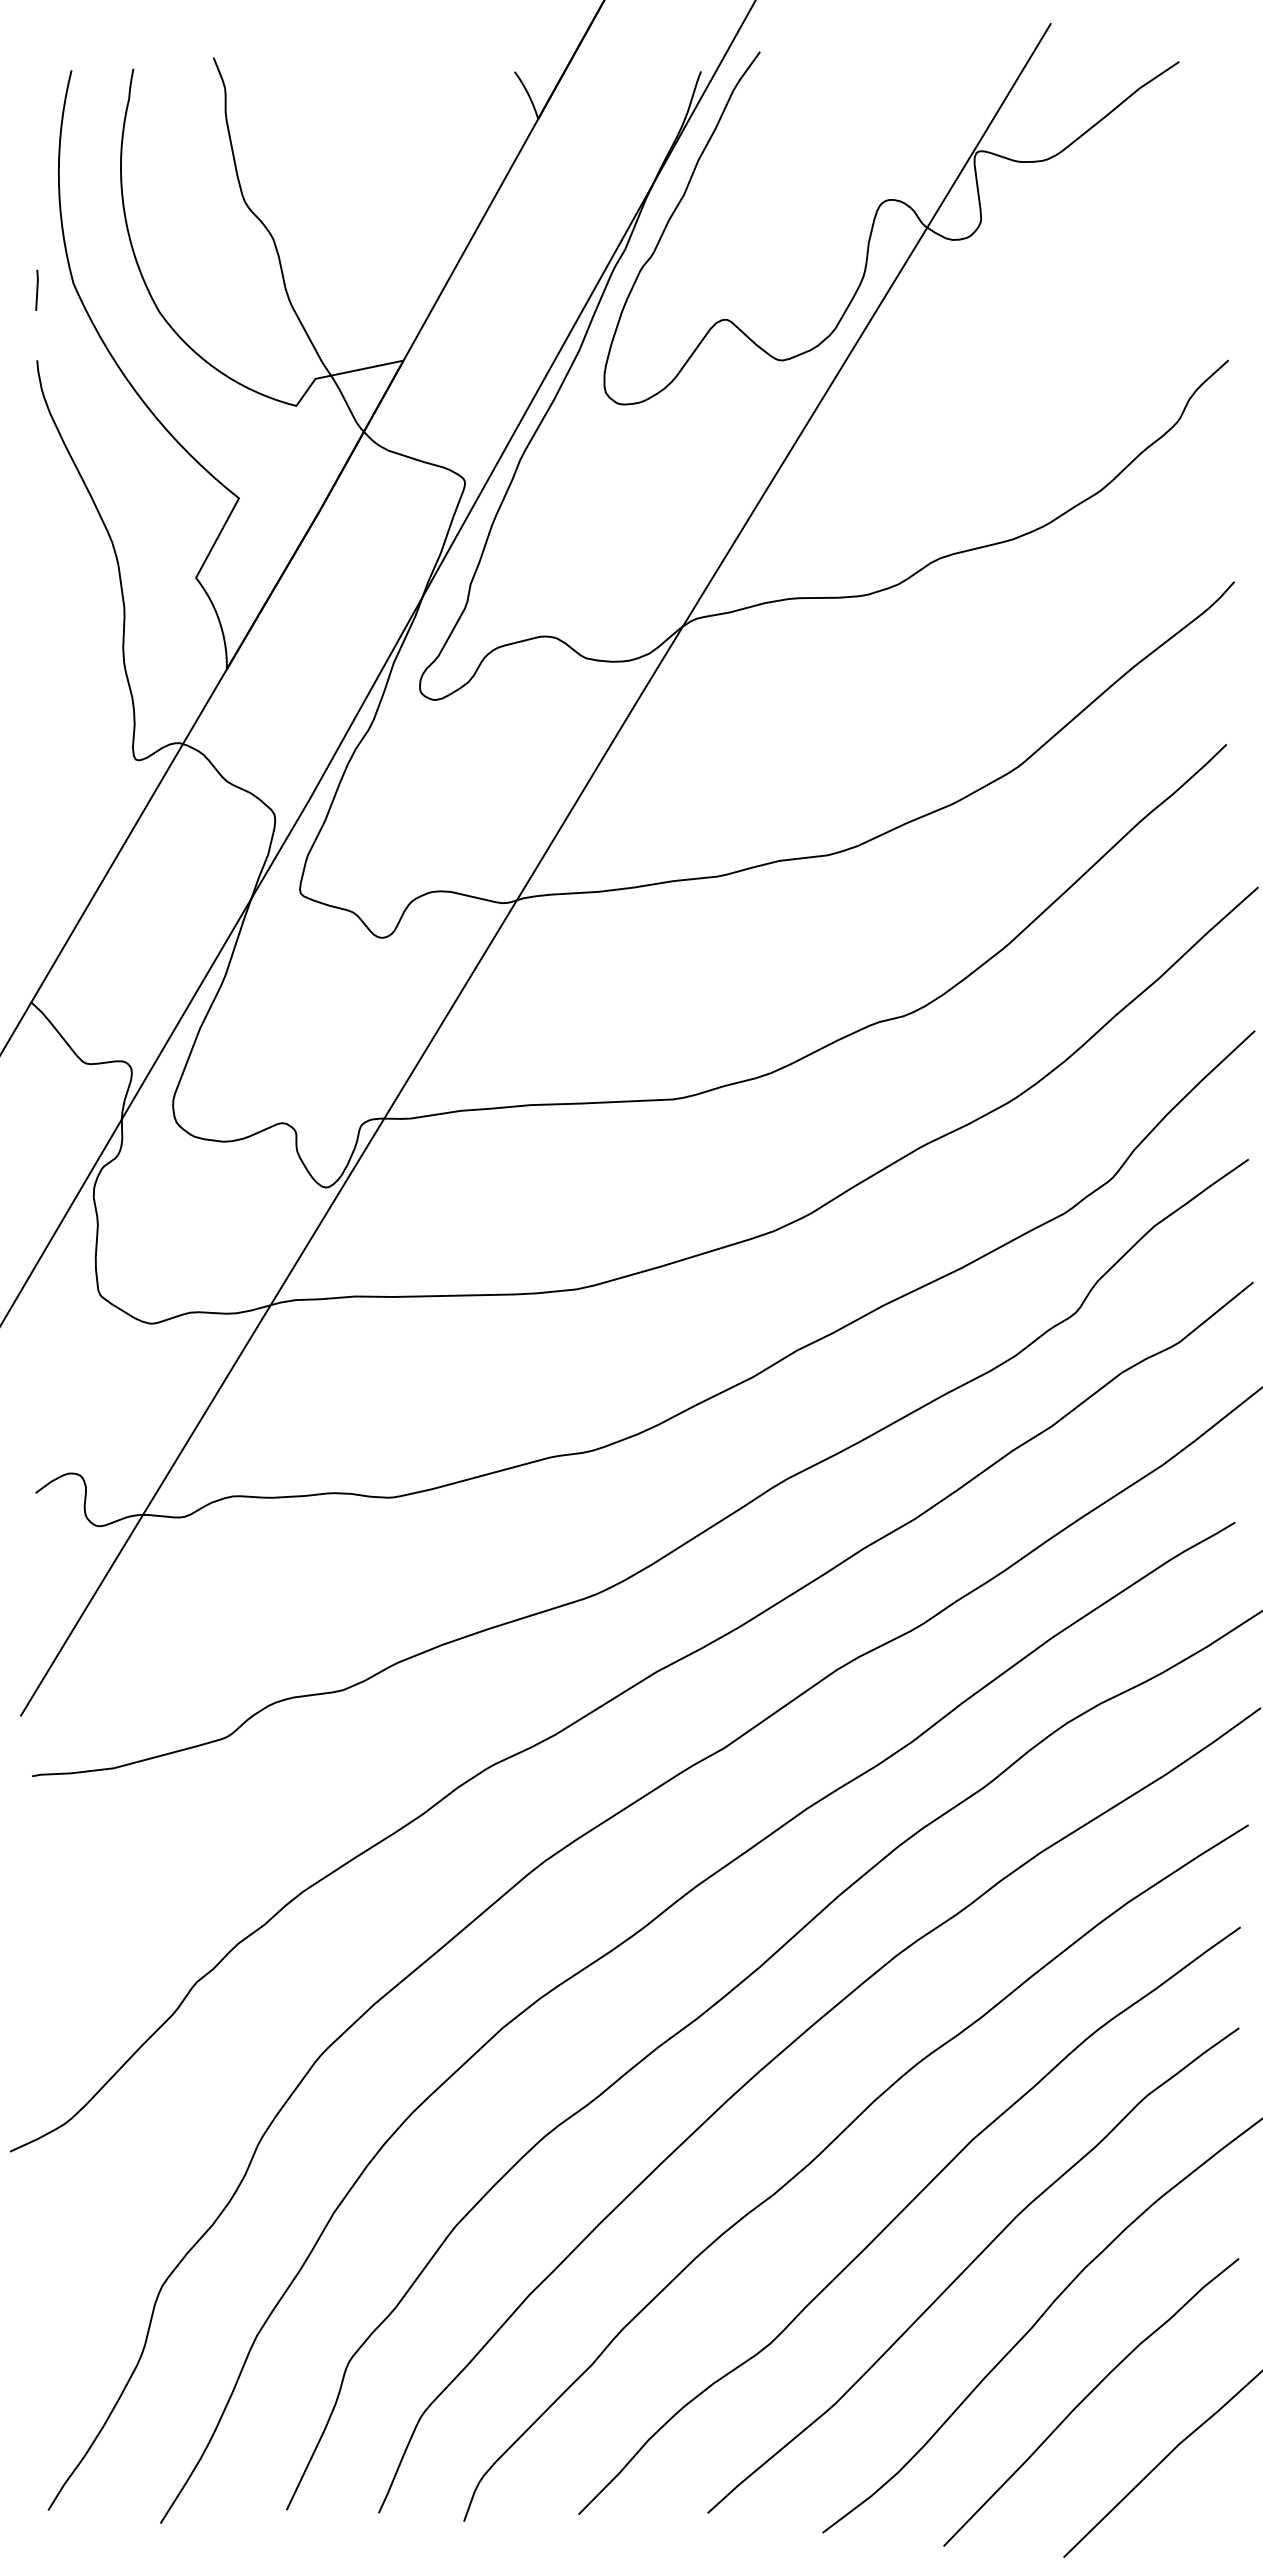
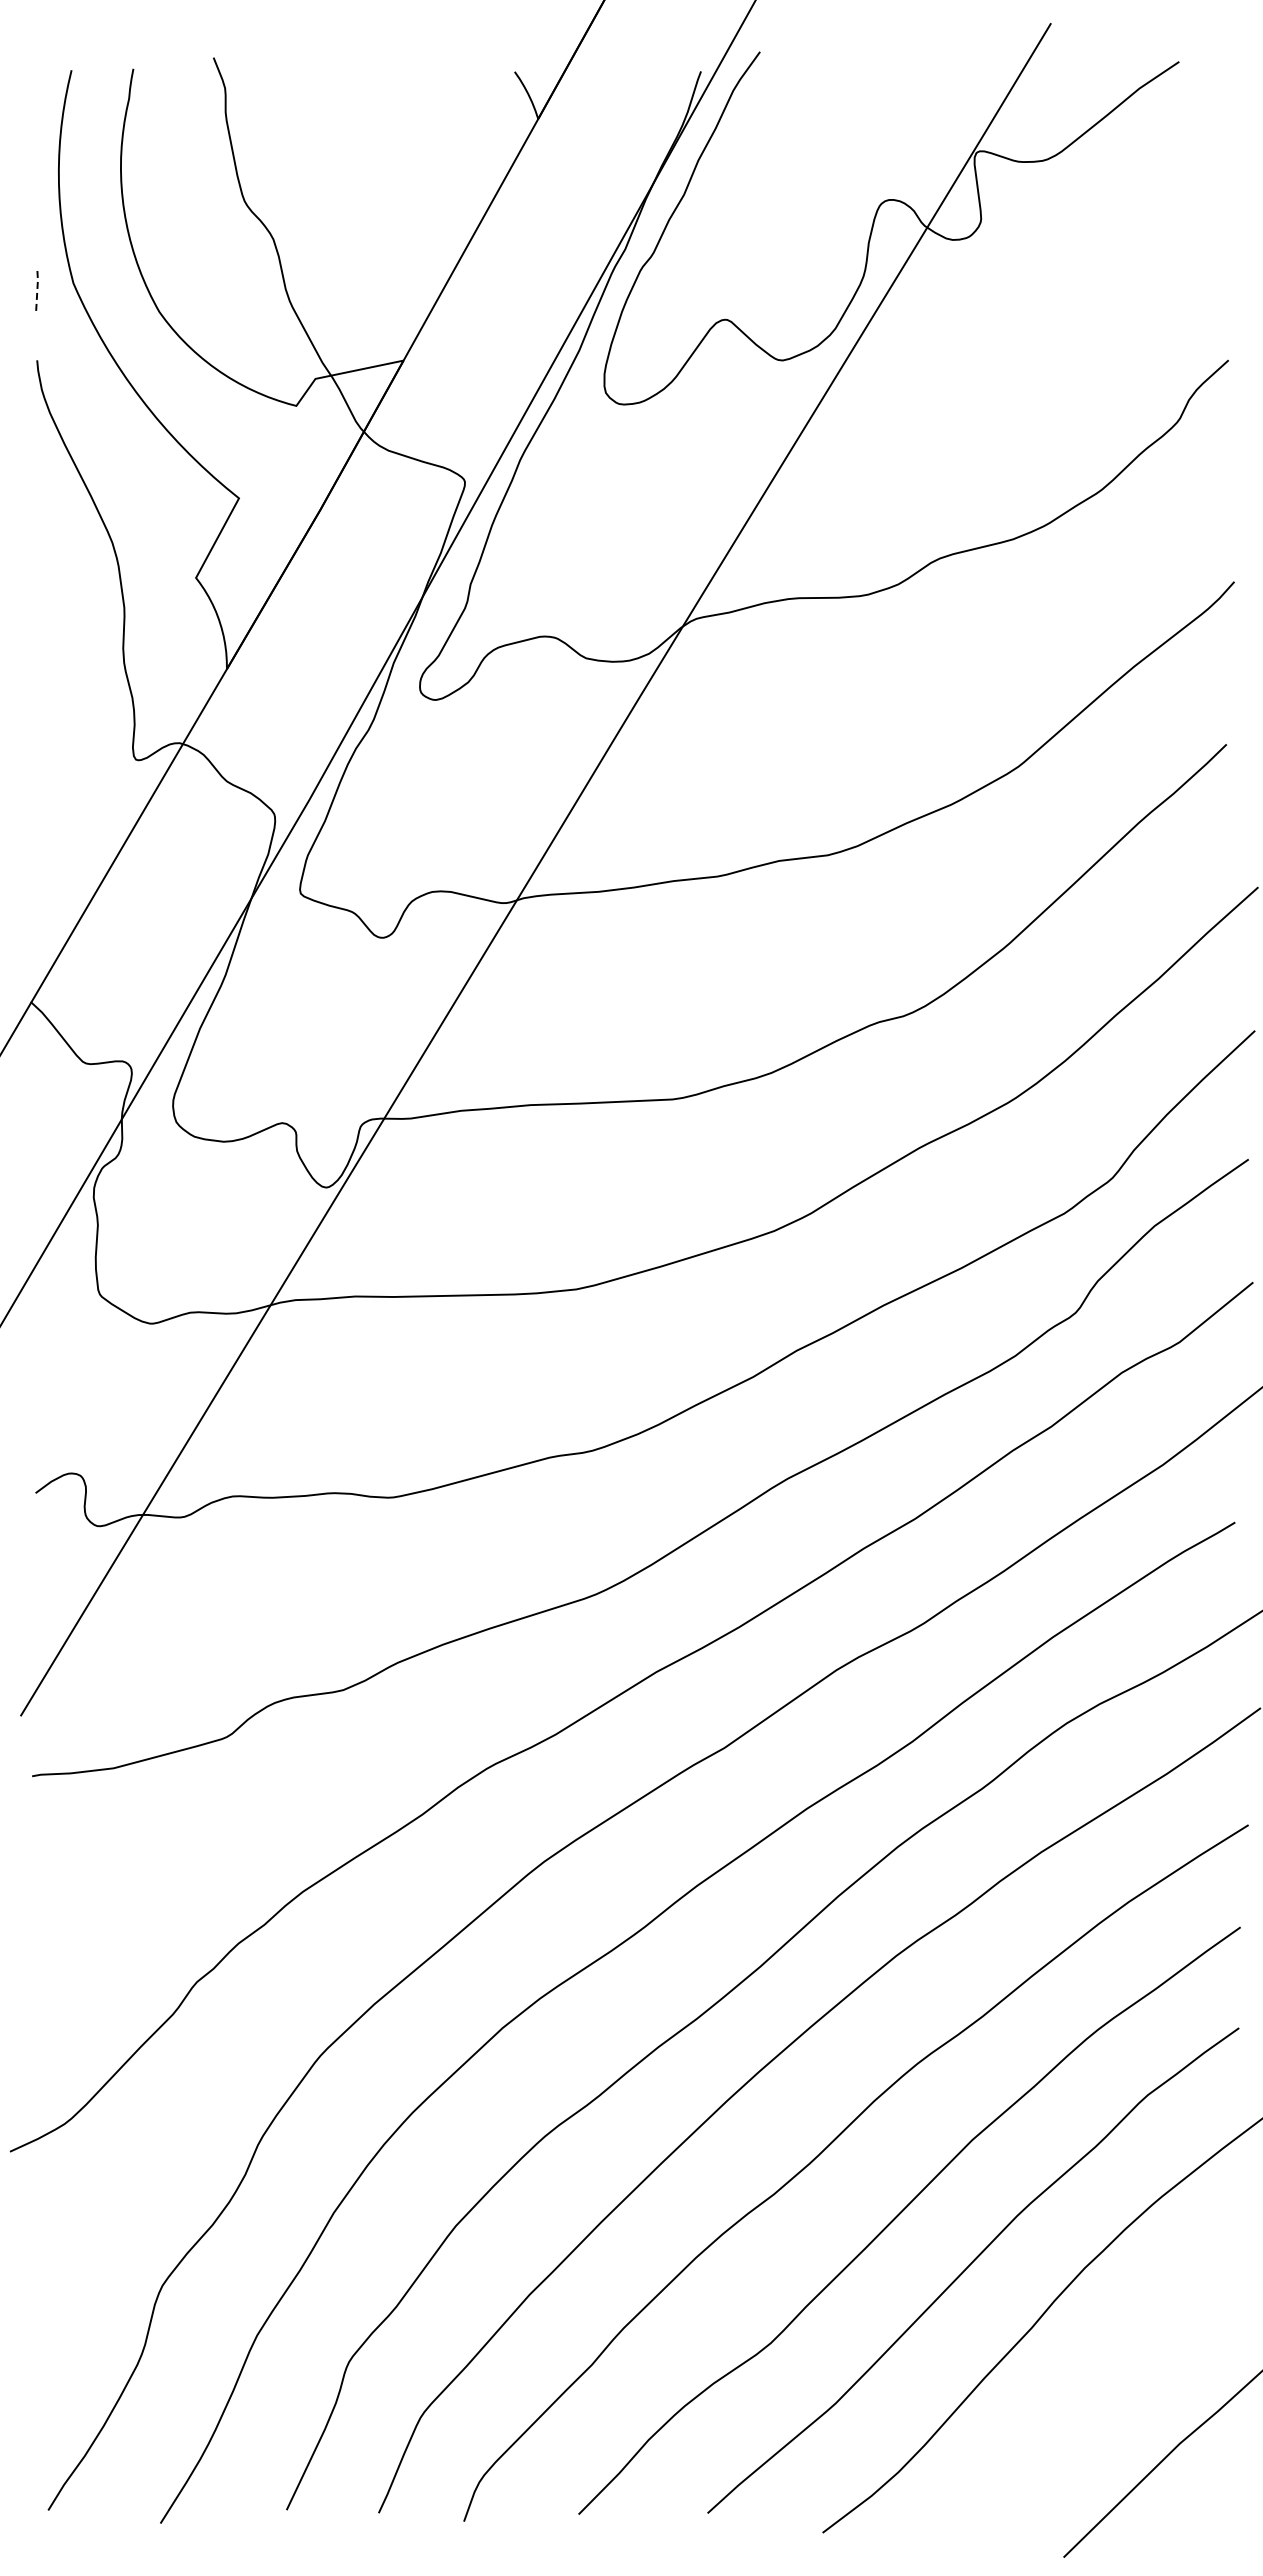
line at (37, 289): solid -> dashed
curve at (1087, 2397): present -> none
